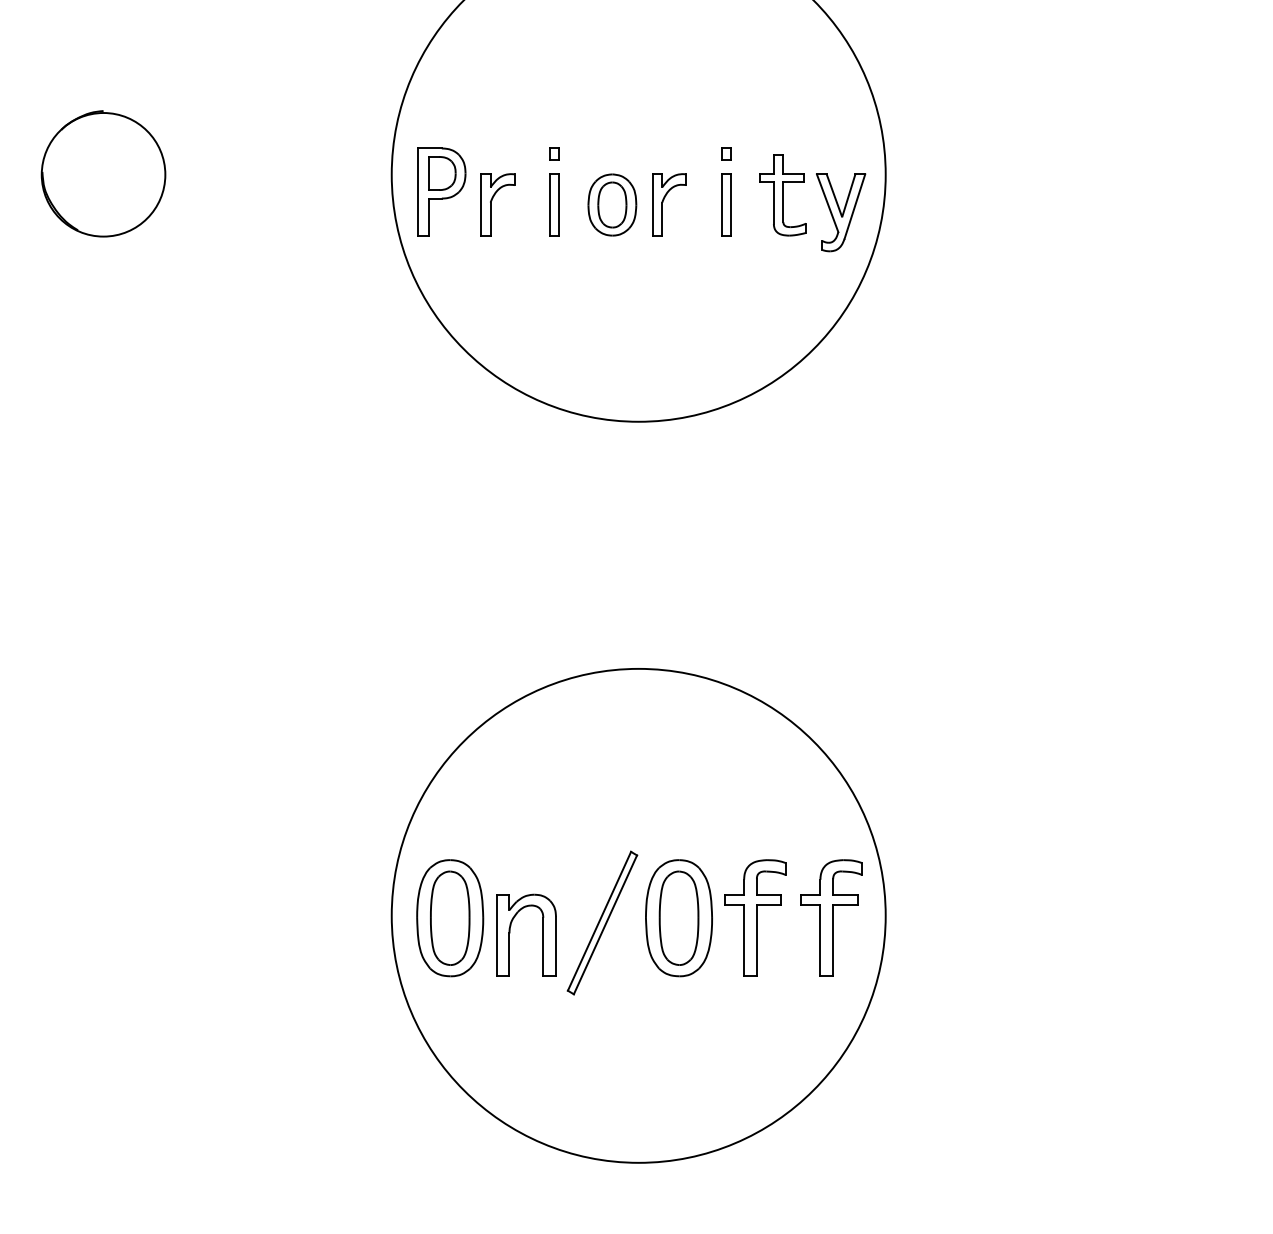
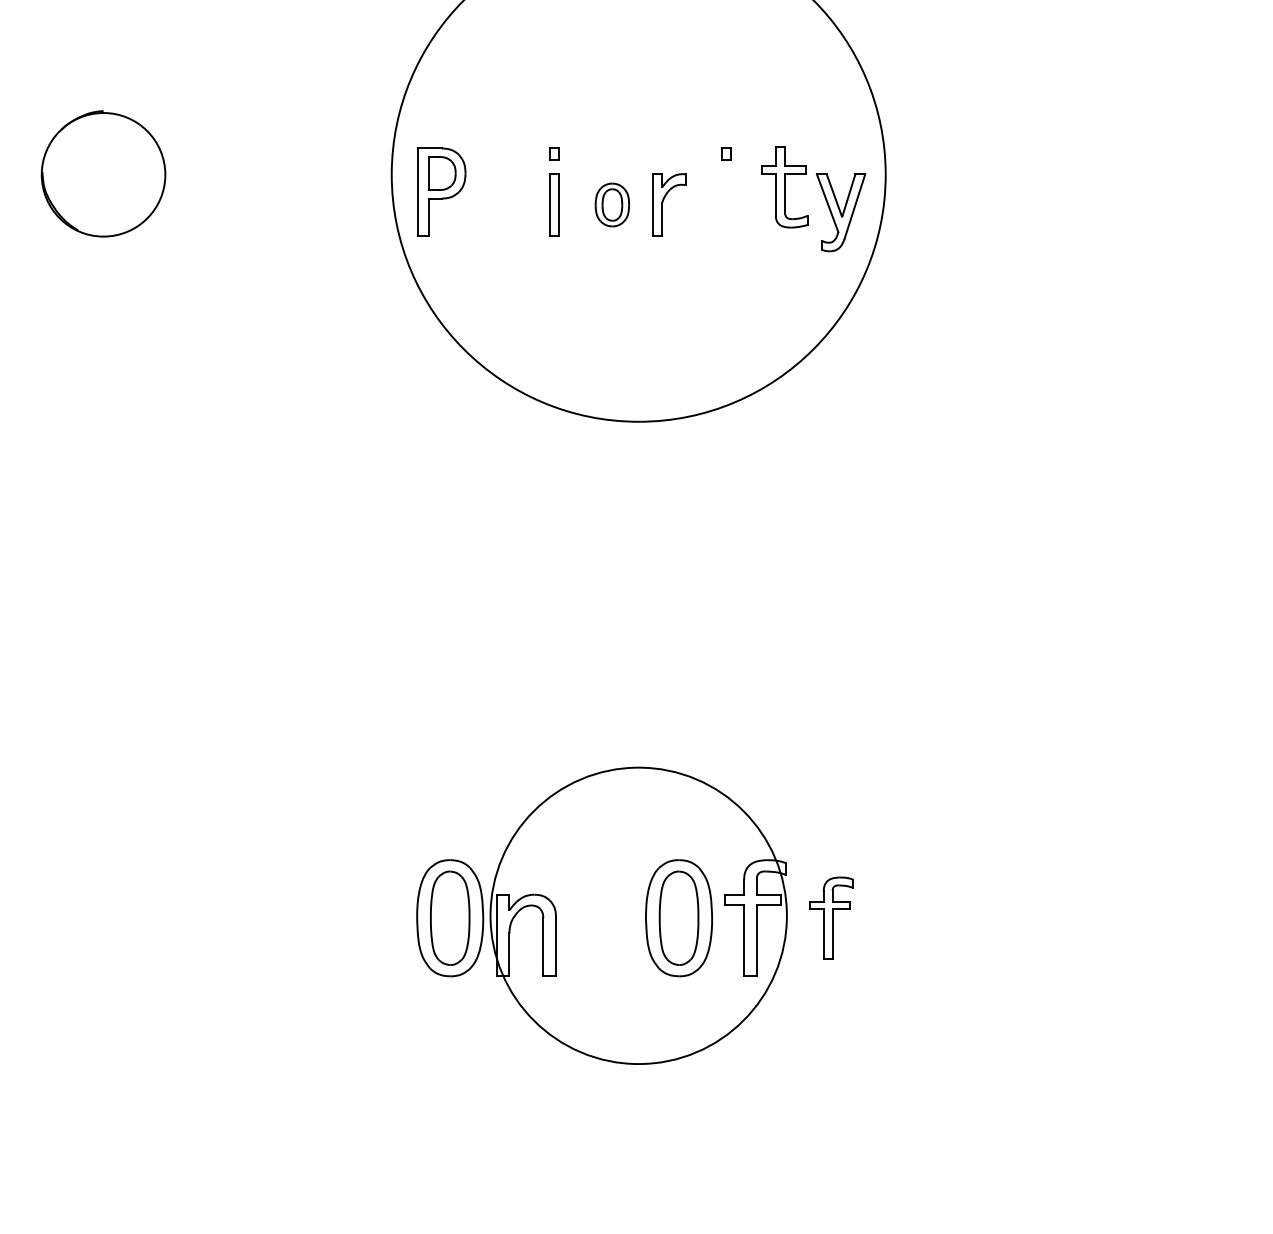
part at (782, 195) position: (782, 195) -> (784, 187)
part at (497, 204): present -> none
part at (612, 204) size: 51x64 px -> 37x46 px
part at (726, 204): present -> none
circle at (638, 915) diameter: 494 px -> 296 px
part at (831, 917) size: 63x118 px -> 45x84 px
part at (602, 922): present -> none
